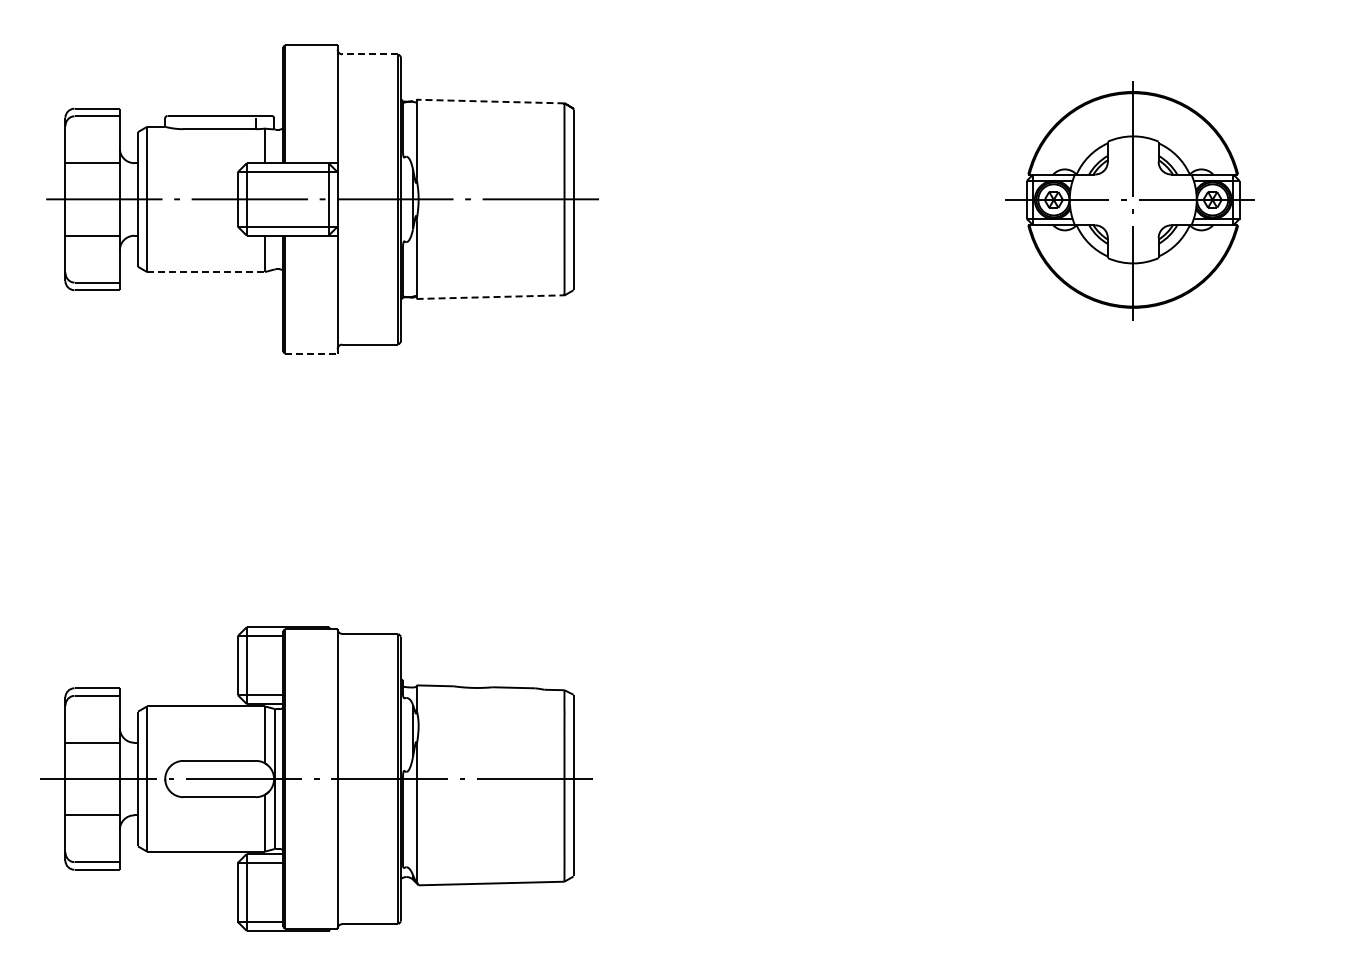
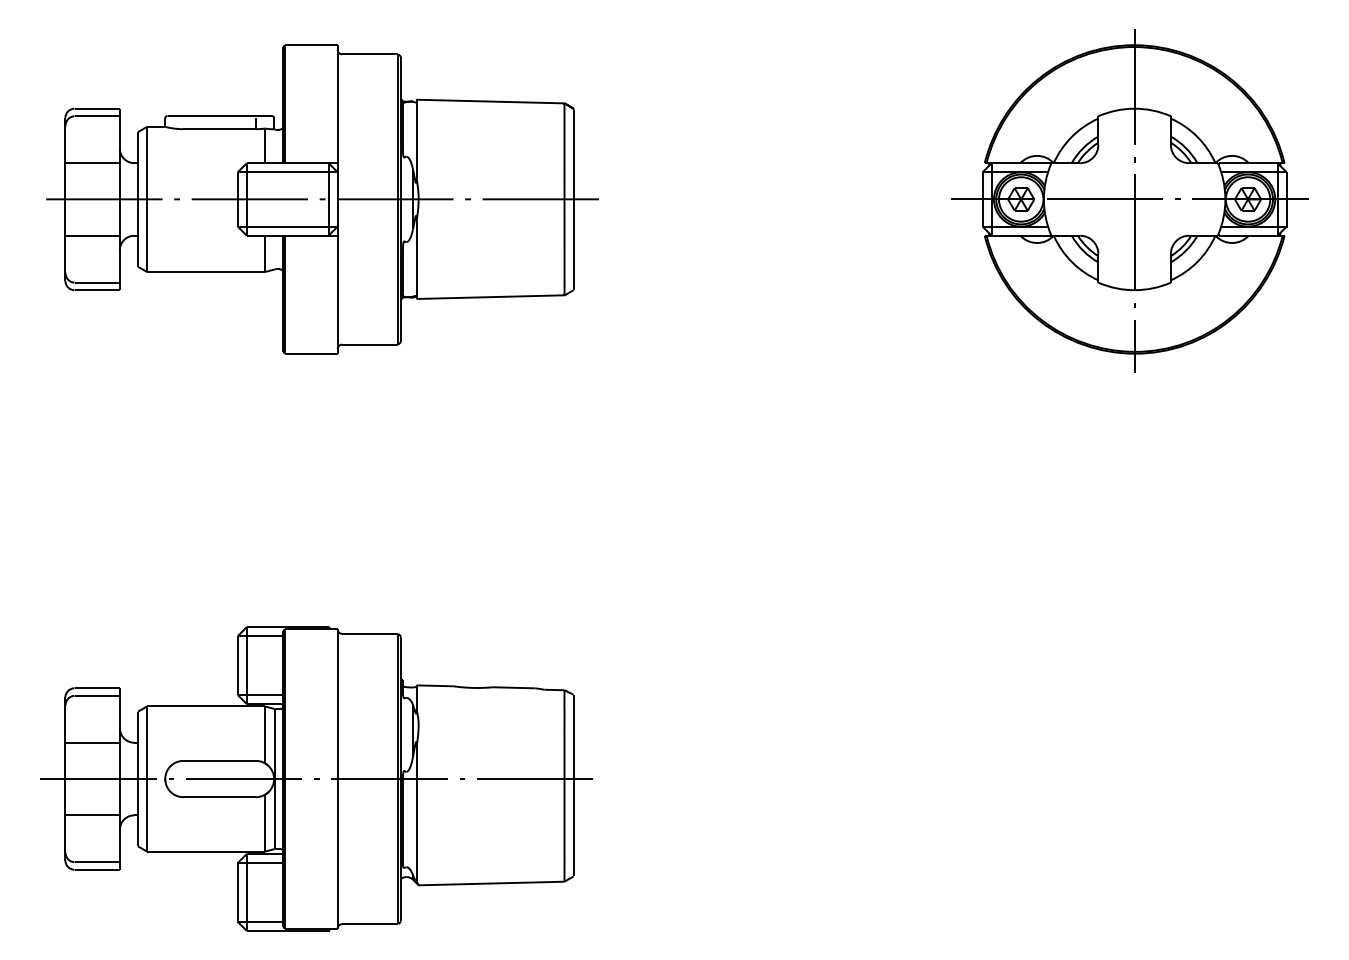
line at (369, 54): dashed -> solid
line at (490, 101): dashed -> solid
part at (1129, 200) size: 250x240 px -> 358x344 px
line at (206, 272): dashed -> solid
line at (490, 297): dashed -> solid
line at (311, 353): dashed -> solid
